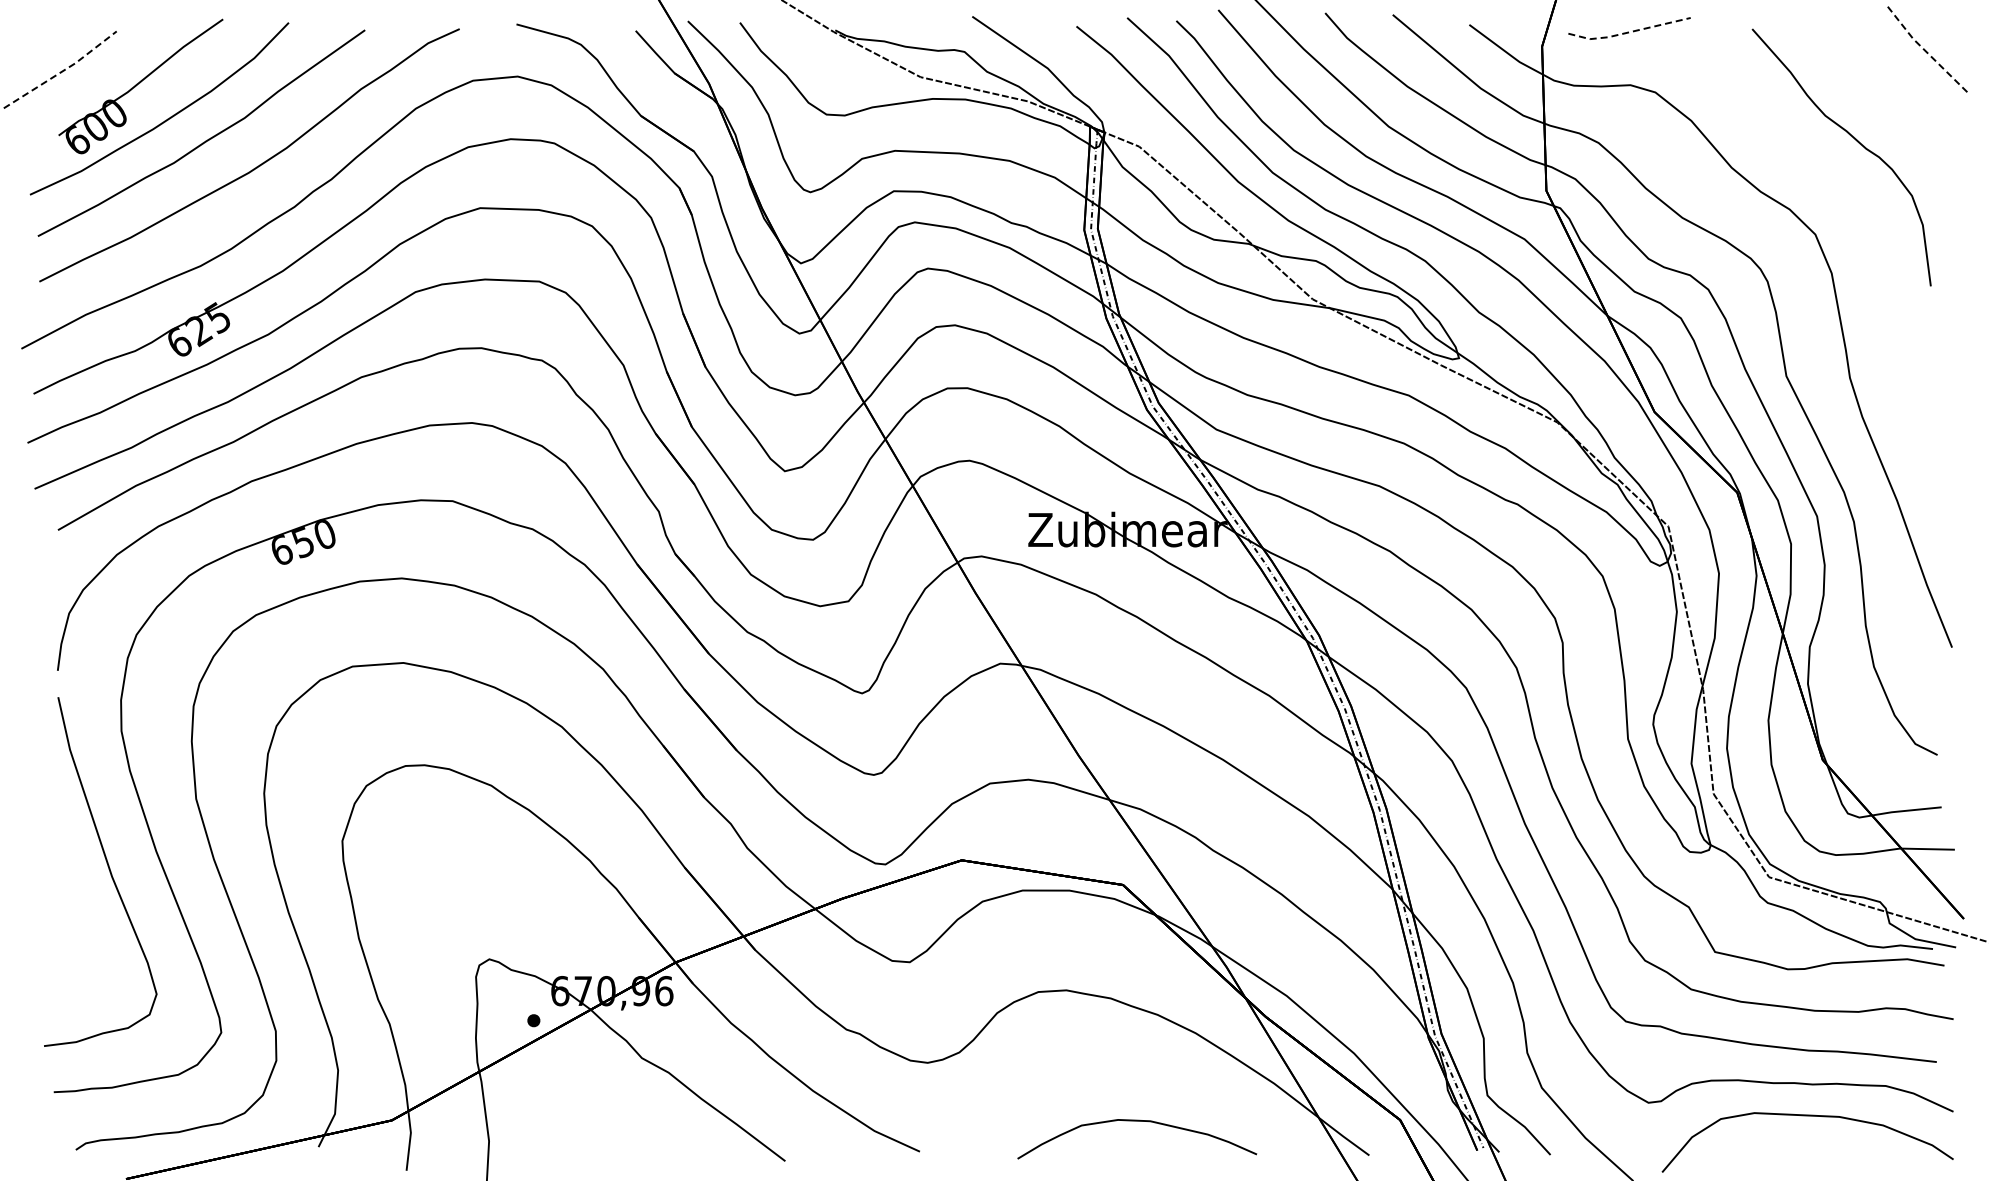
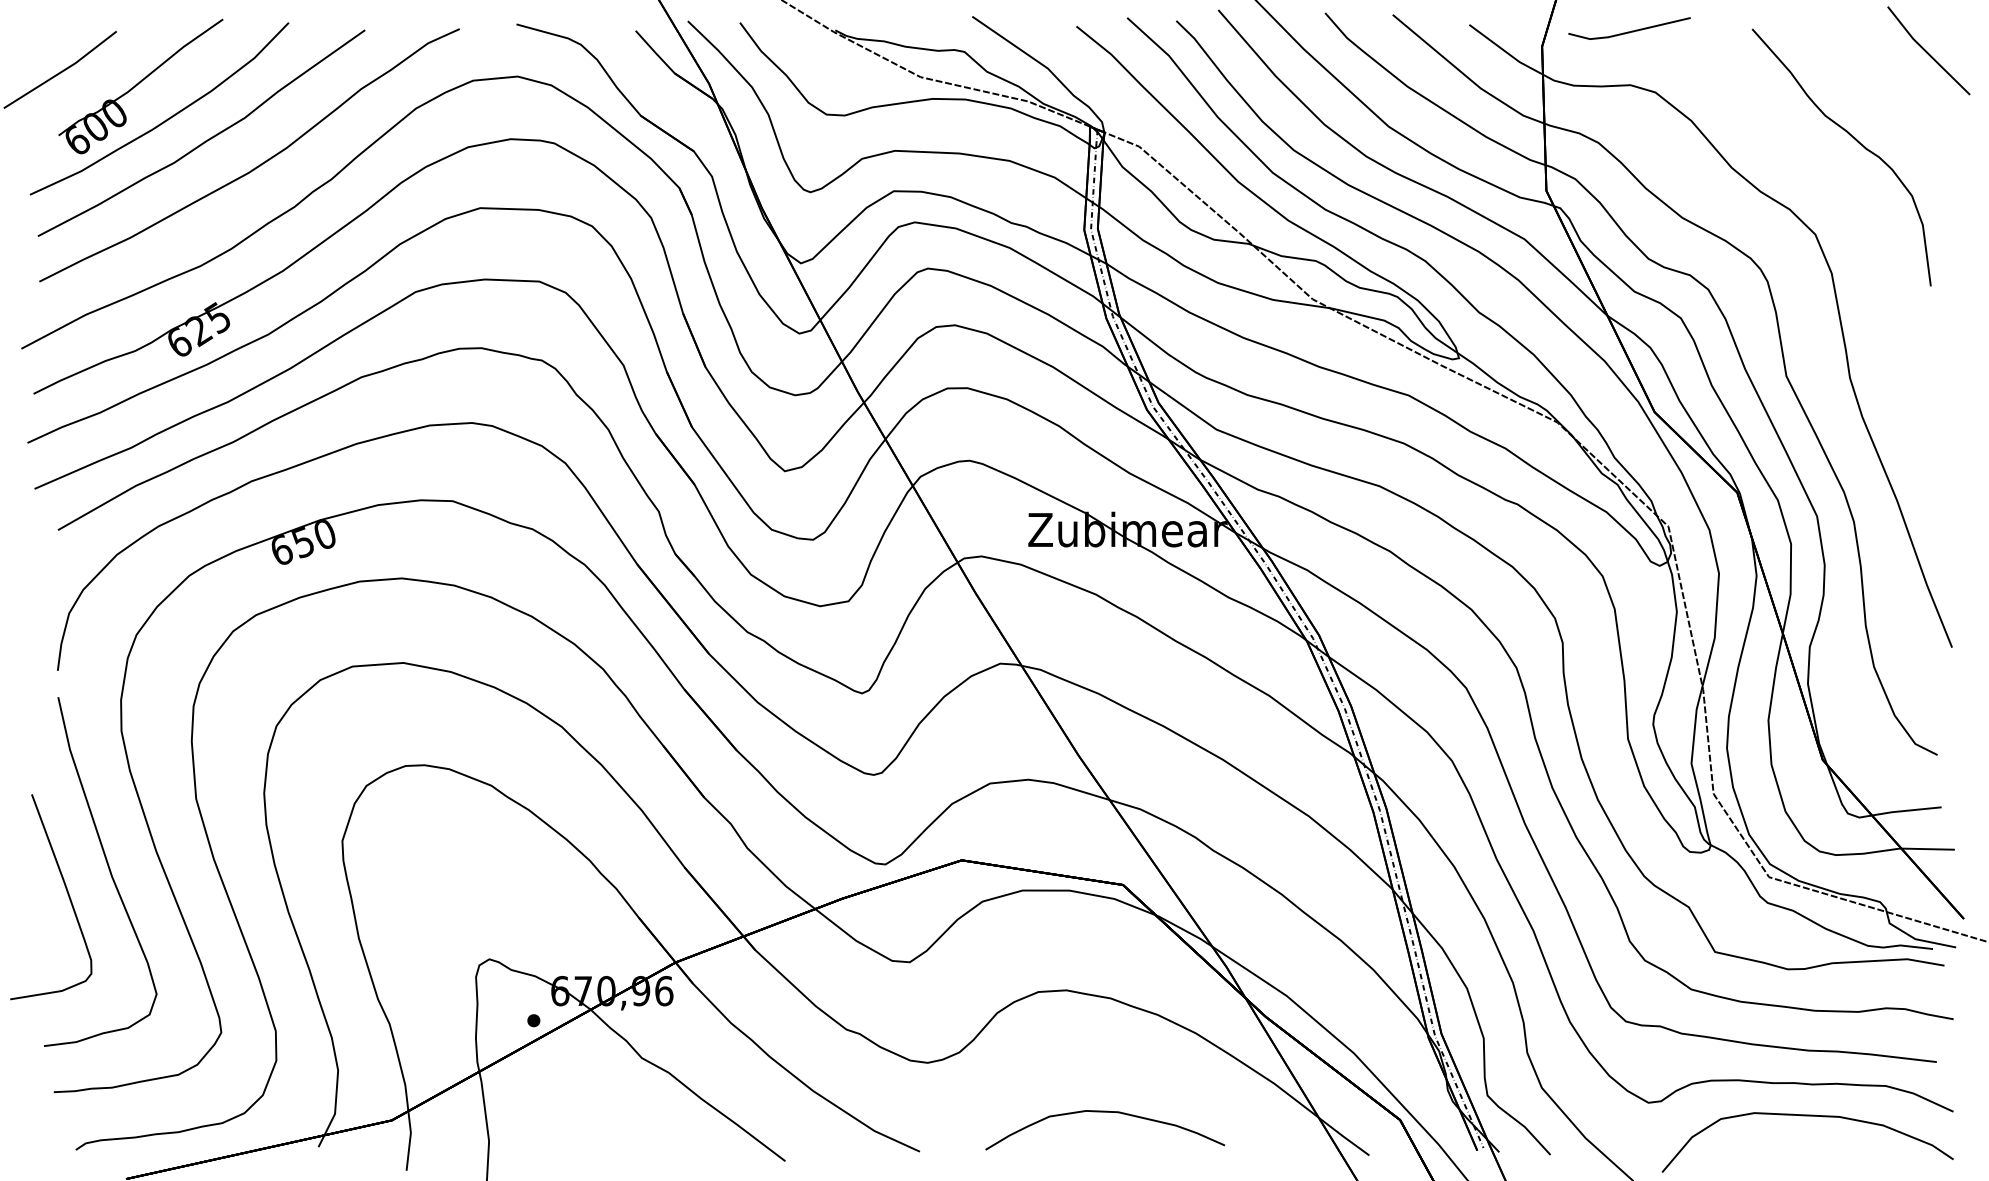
line at (1628, 32): dashed -> solid
line at (1926, 52): dashed -> solid
line at (62, 71): dashed -> solid
curve at (65, 889): none -> present
curve at (1137, 1121) position: (1137, 1121) -> (1105, 1112)
